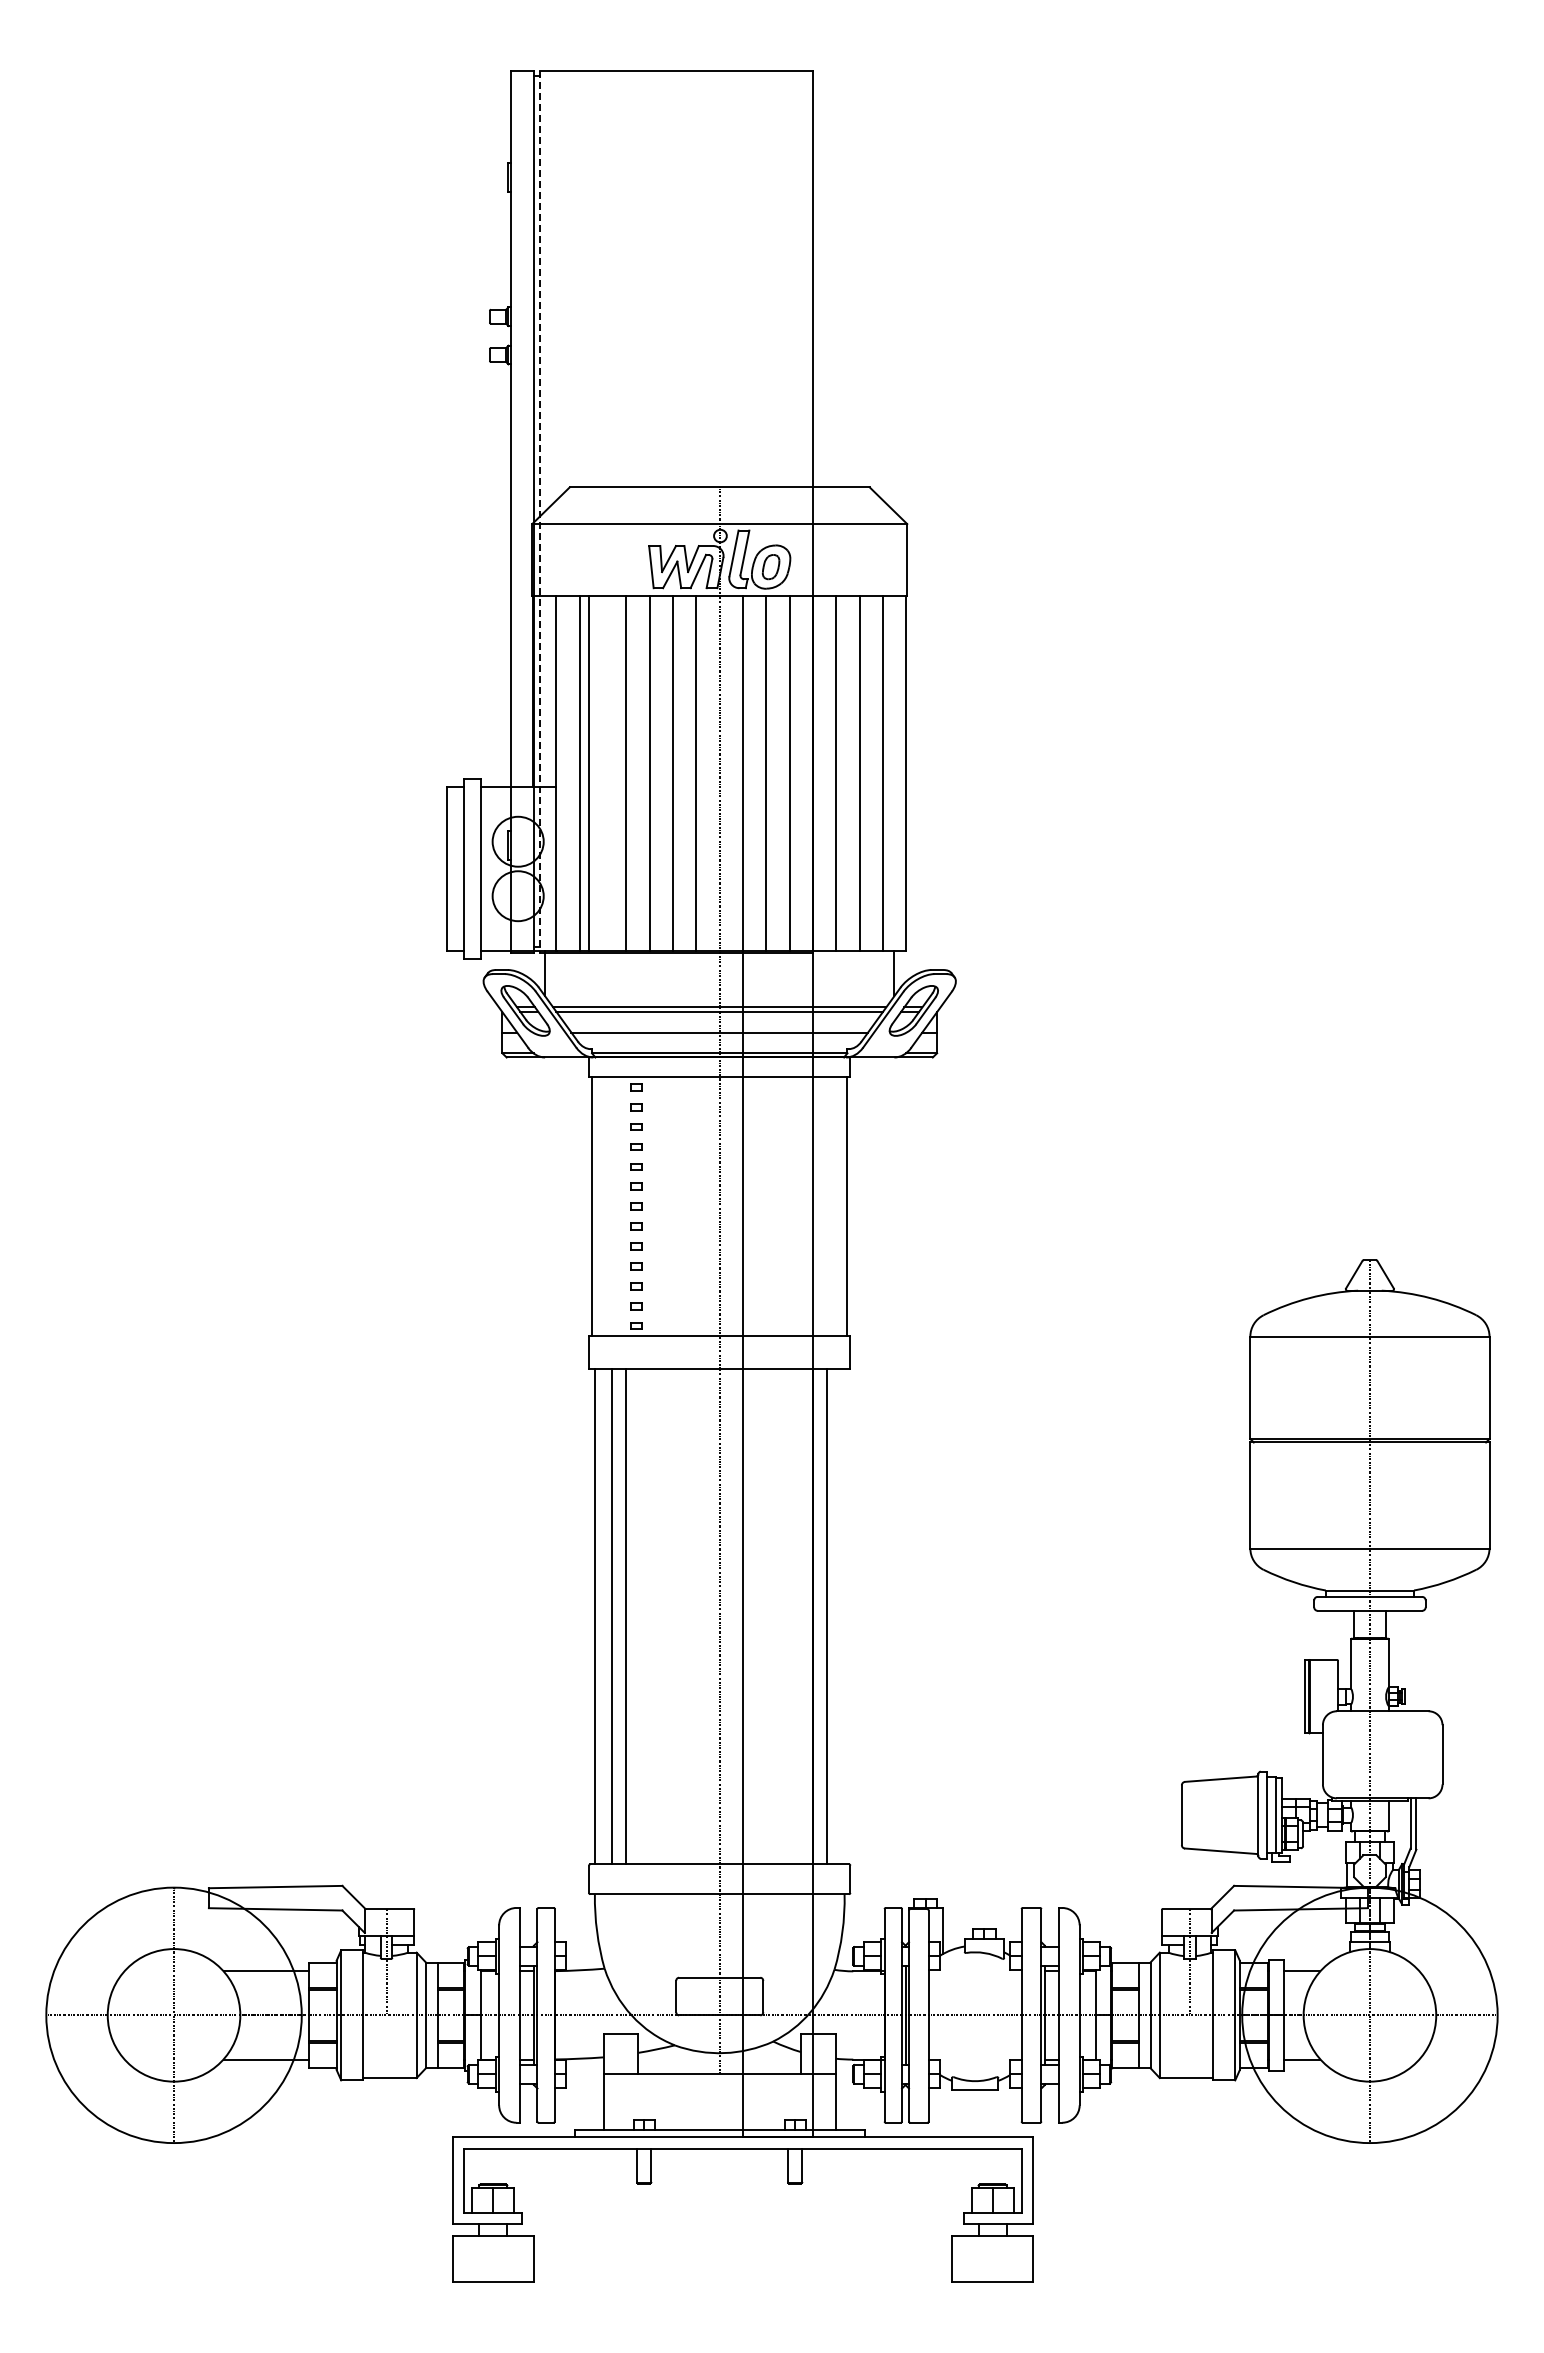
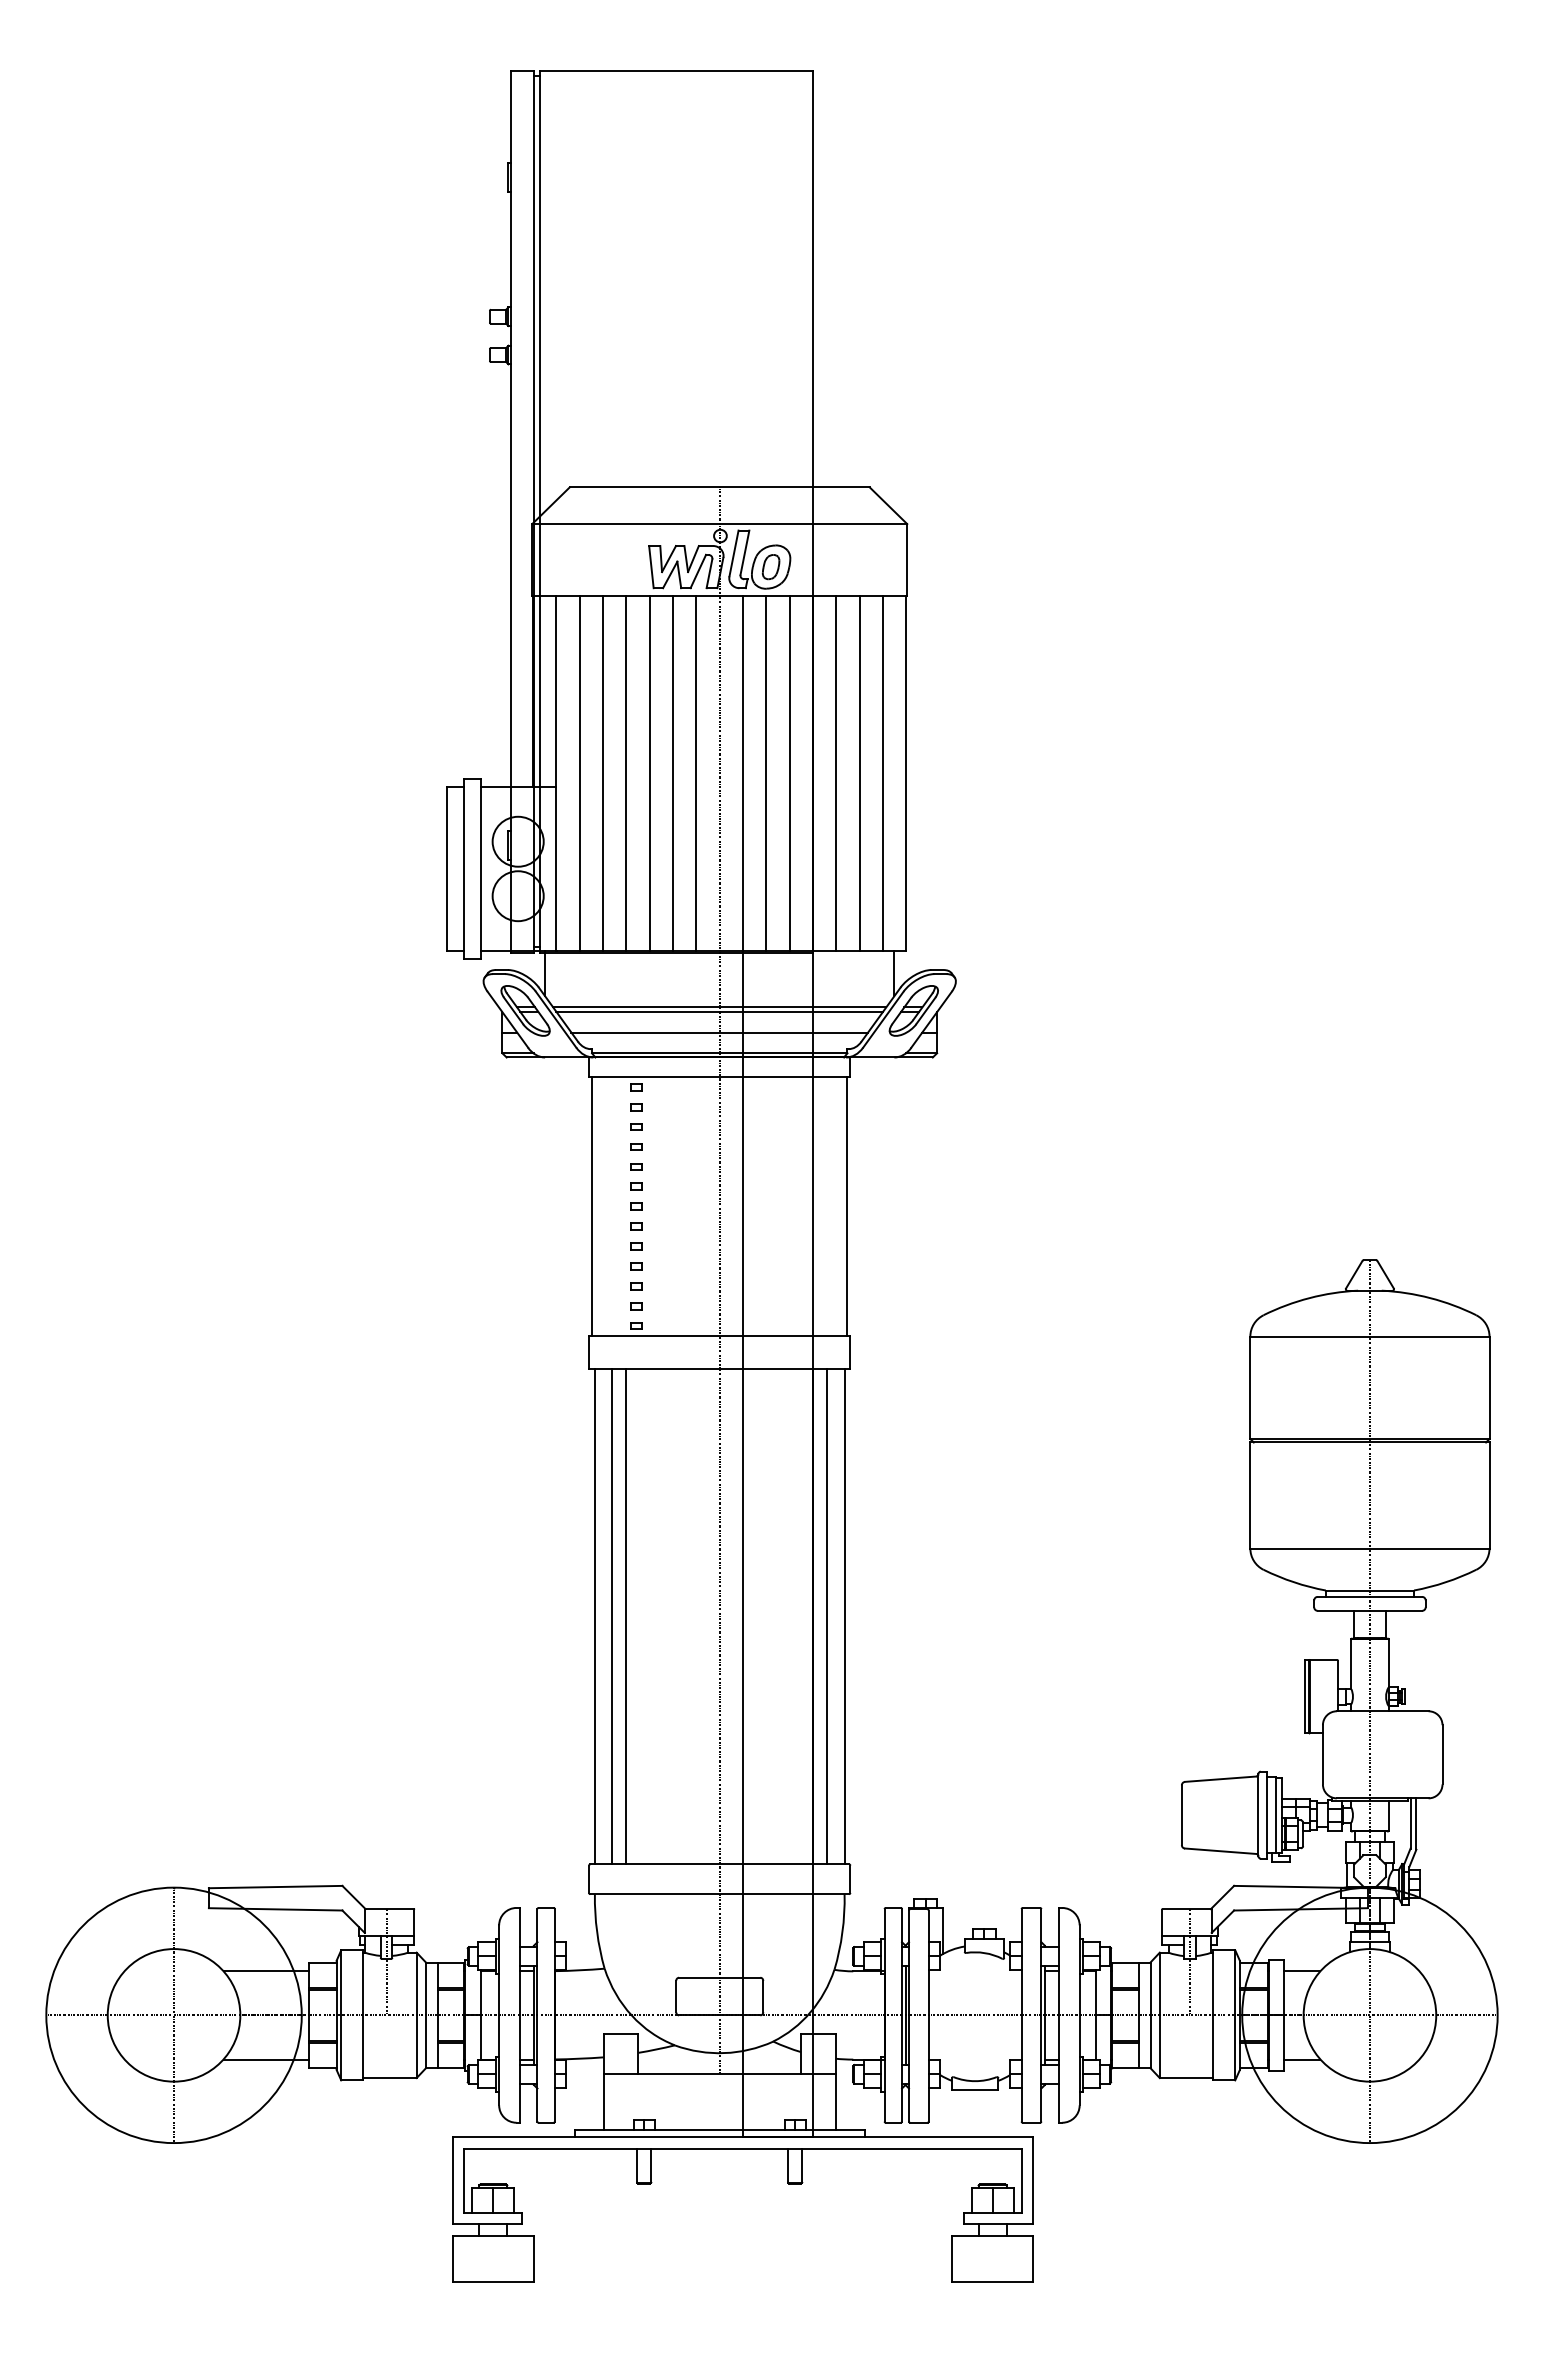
line at (539, 512): dashed -> solid
line at (589, 773) position: (589, 773) -> (603, 773)
line at (844, 1616): none -> present
